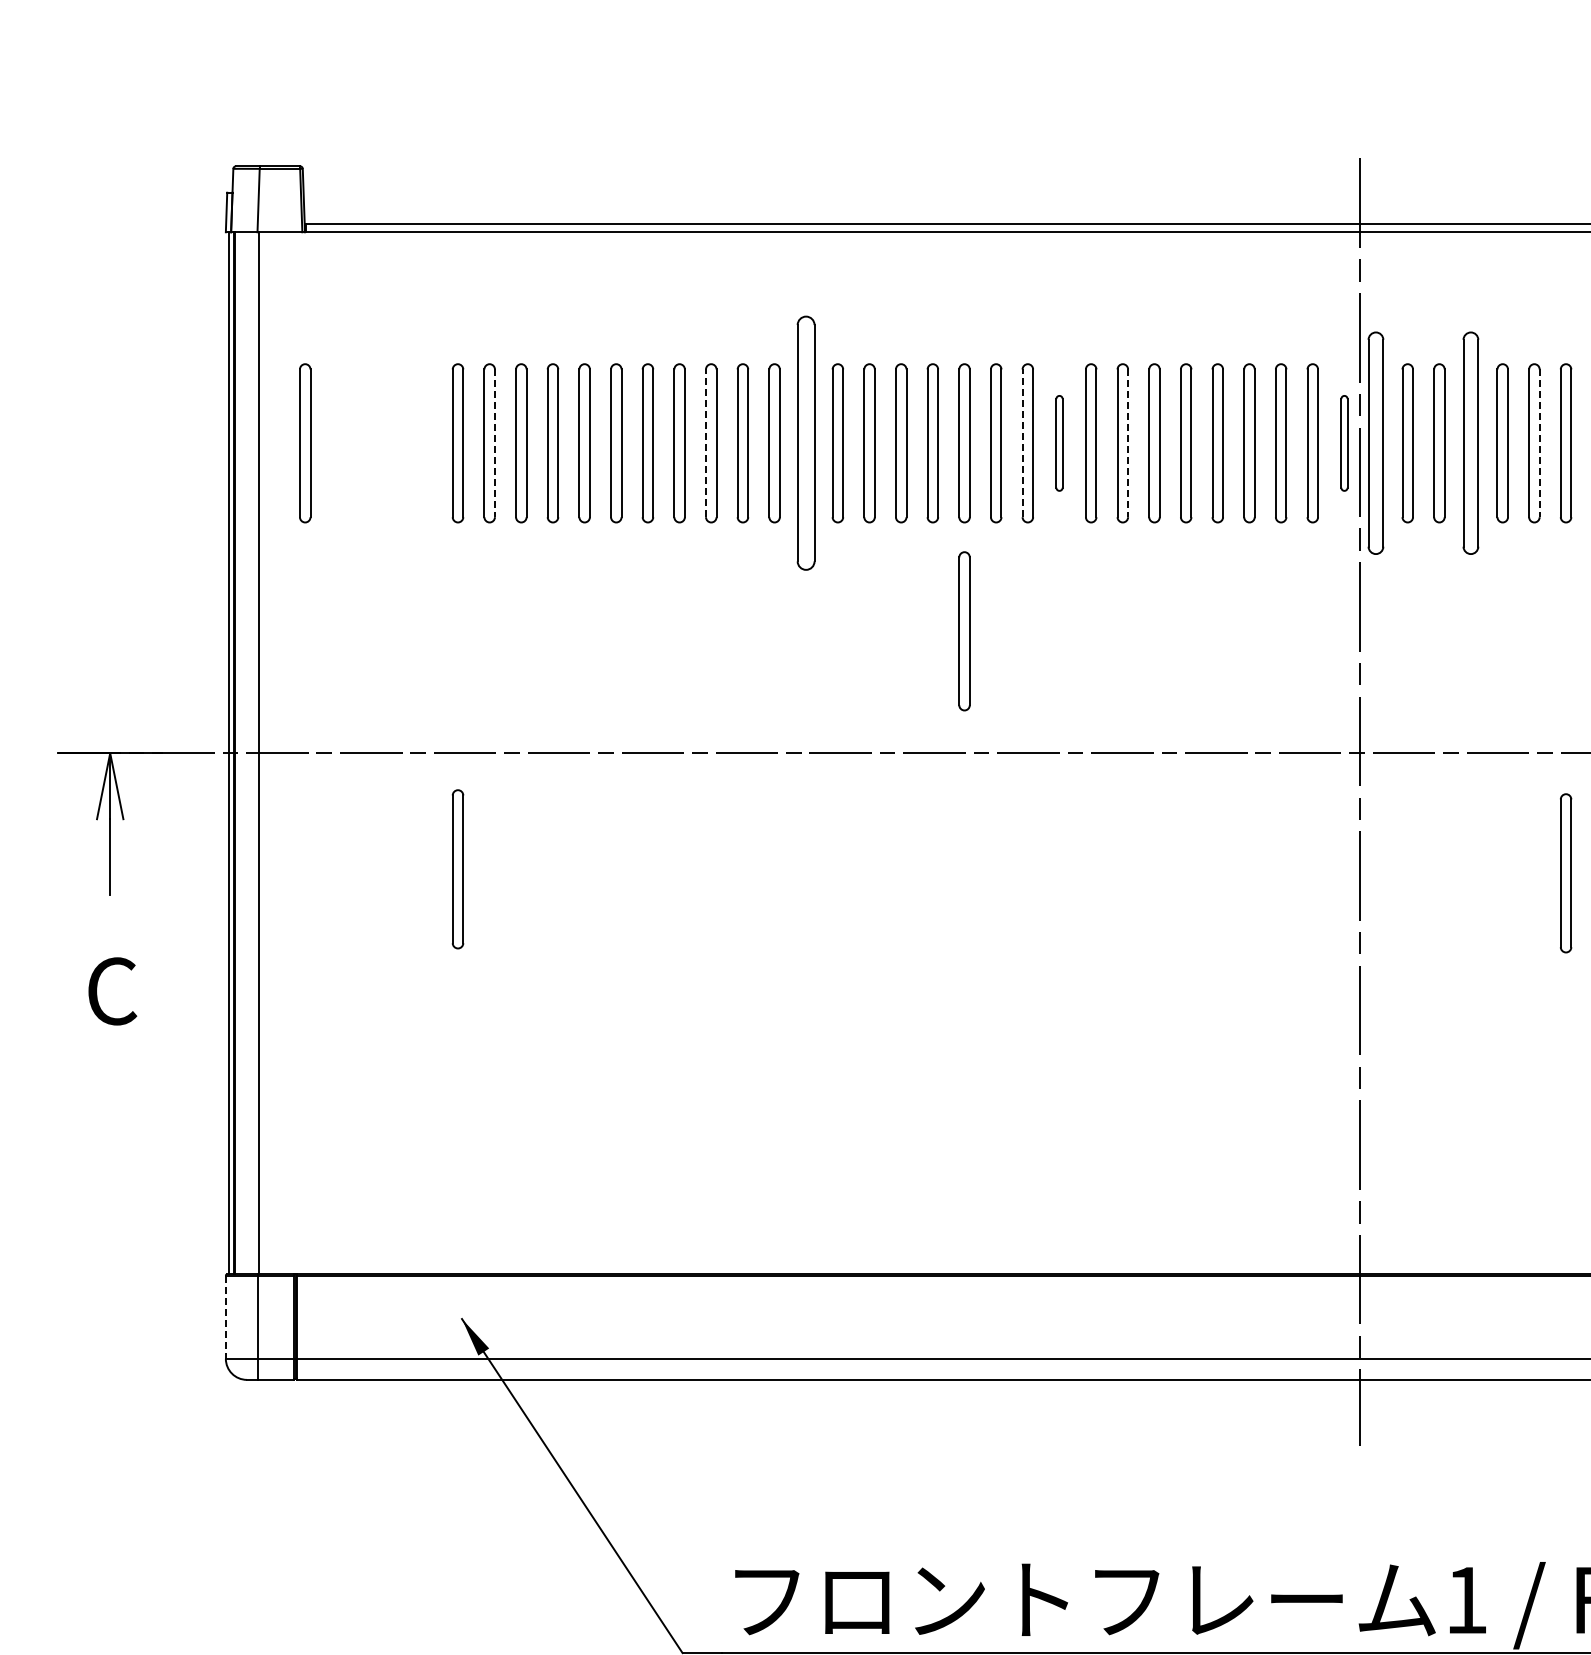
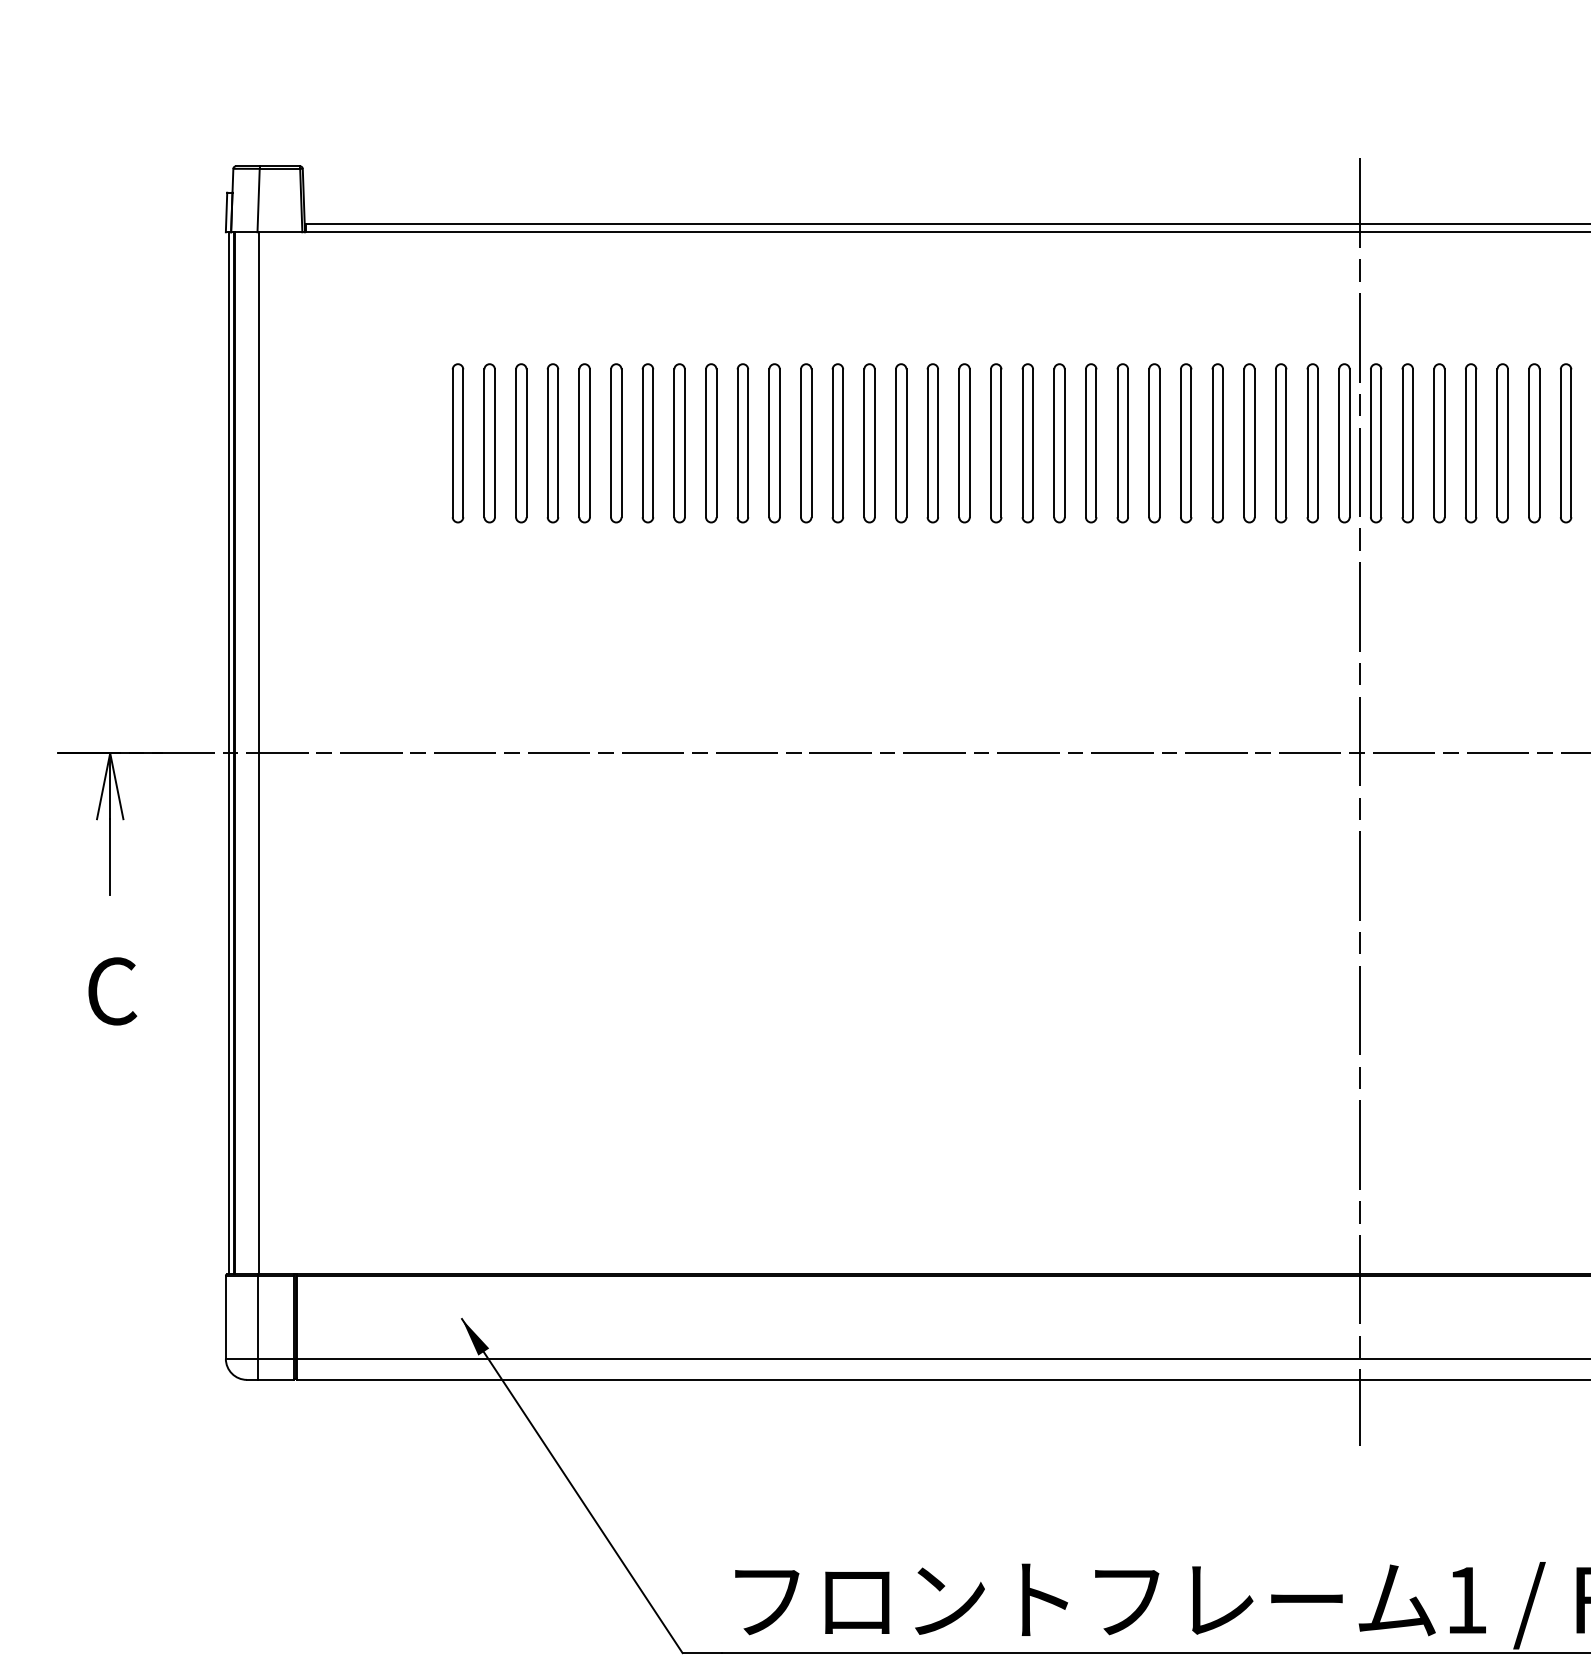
part at (805, 442) size: 20x256 px -> 13x161 px
part at (1375, 442) size: 18x224 px -> 13x161 px
part at (1470, 442) size: 18x224 px -> 13x161 px
part at (305, 443): present -> none
line at (494, 443): dashed -> solid
line at (706, 443): dashed -> solid
line at (1022, 443): dashed -> solid
part at (1059, 443) size: 9x97 px -> 13x161 px
line at (1128, 443): dashed -> solid
part at (1344, 443) size: 9x97 px -> 13x161 px
line at (1539, 443): dashed -> solid
part at (964, 631): present -> none
part at (457, 869): present -> none
part at (1566, 873): present -> none
line at (225, 1317): dashed -> solid
